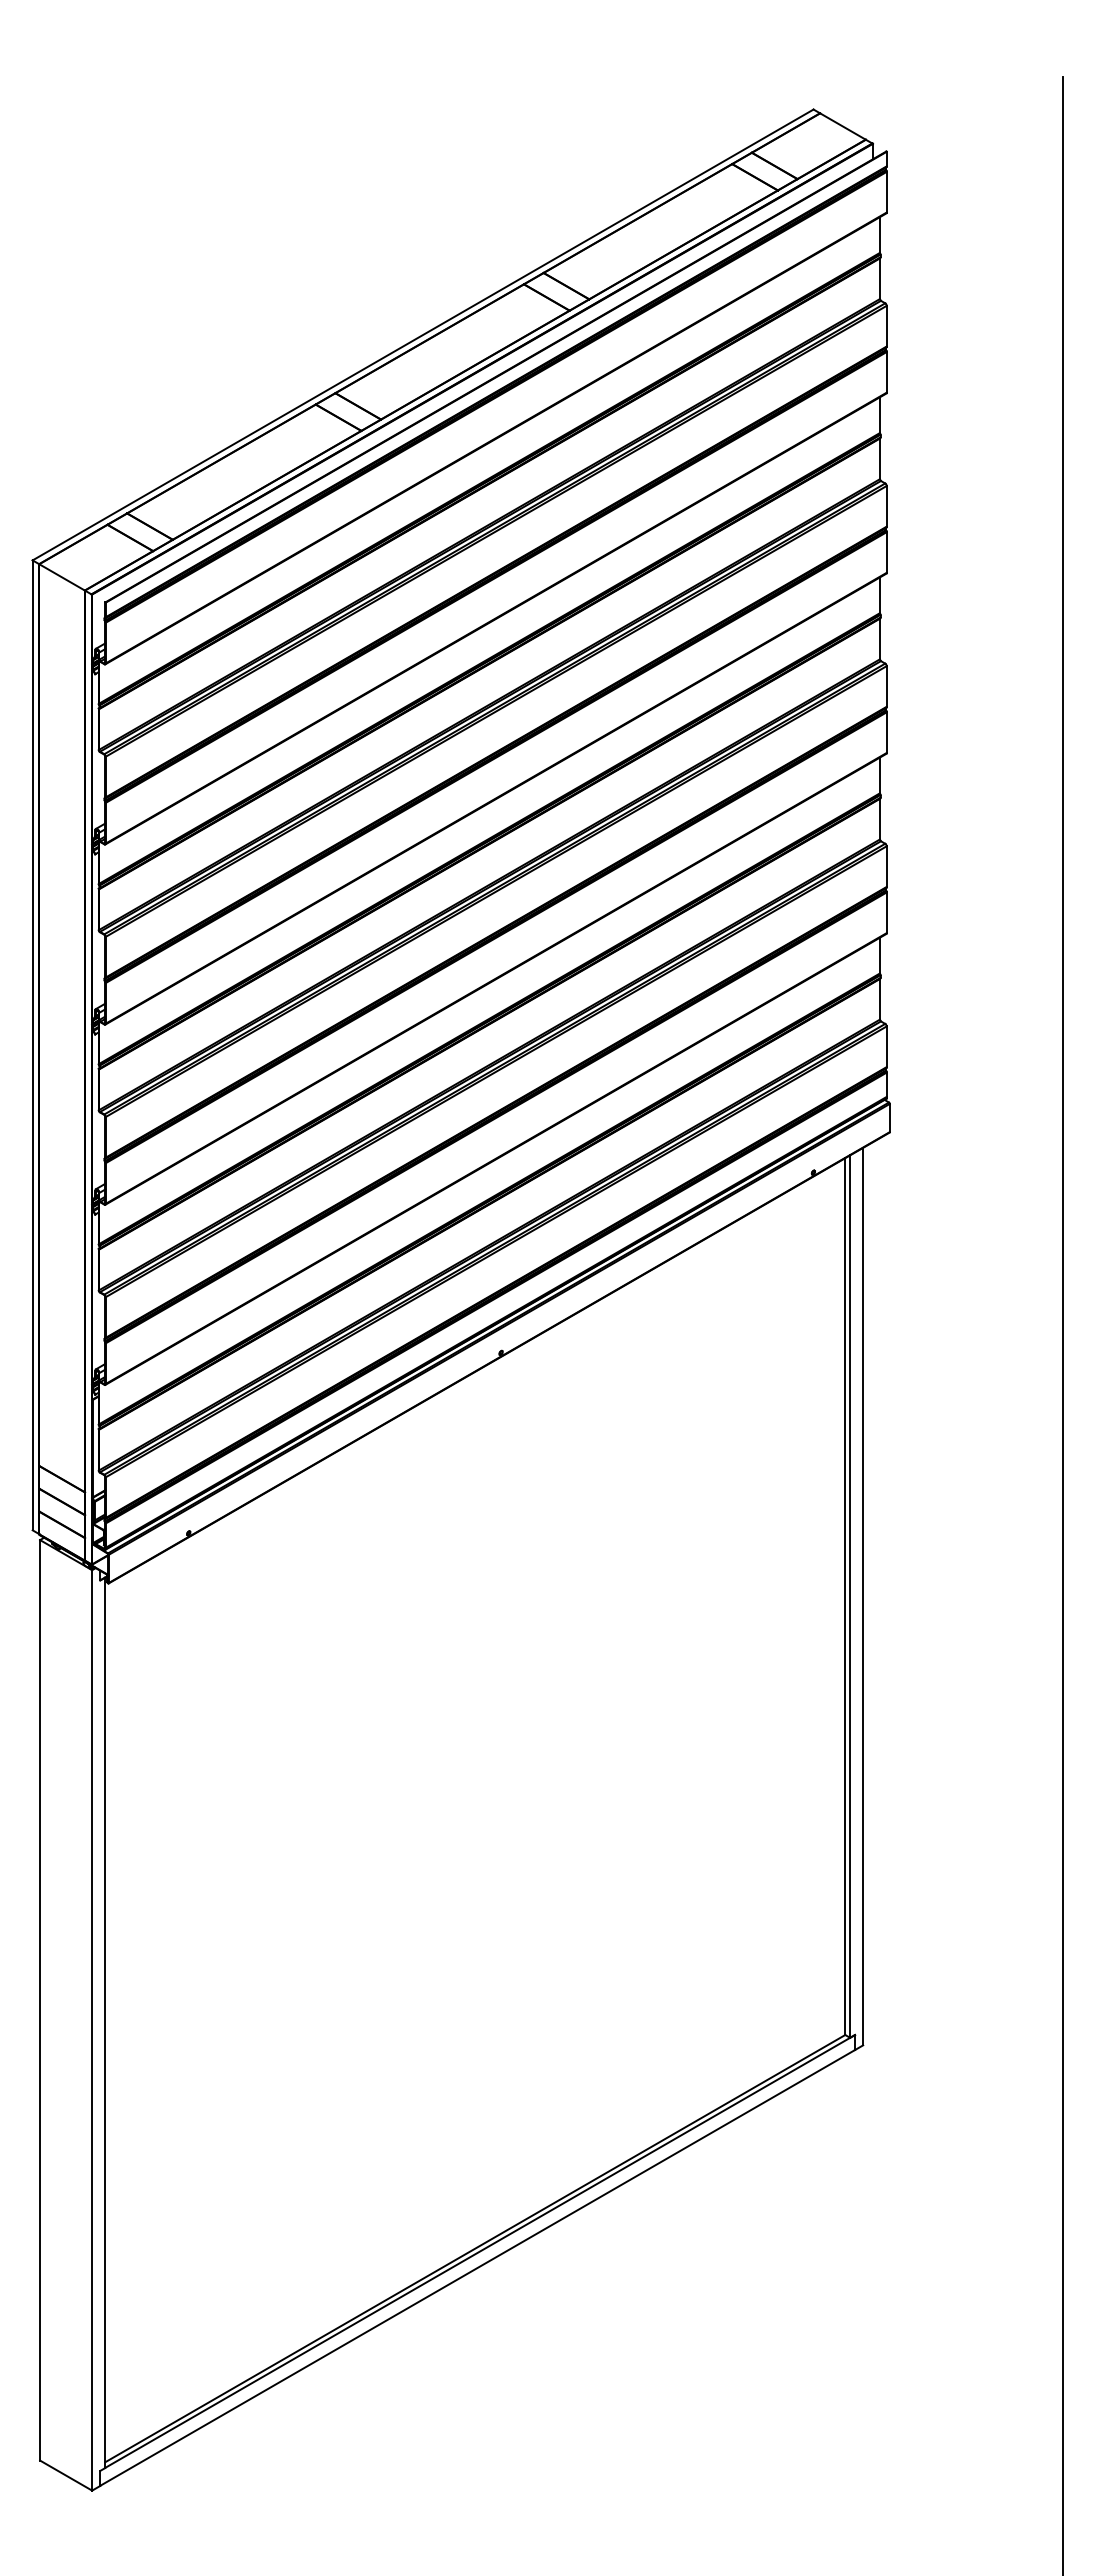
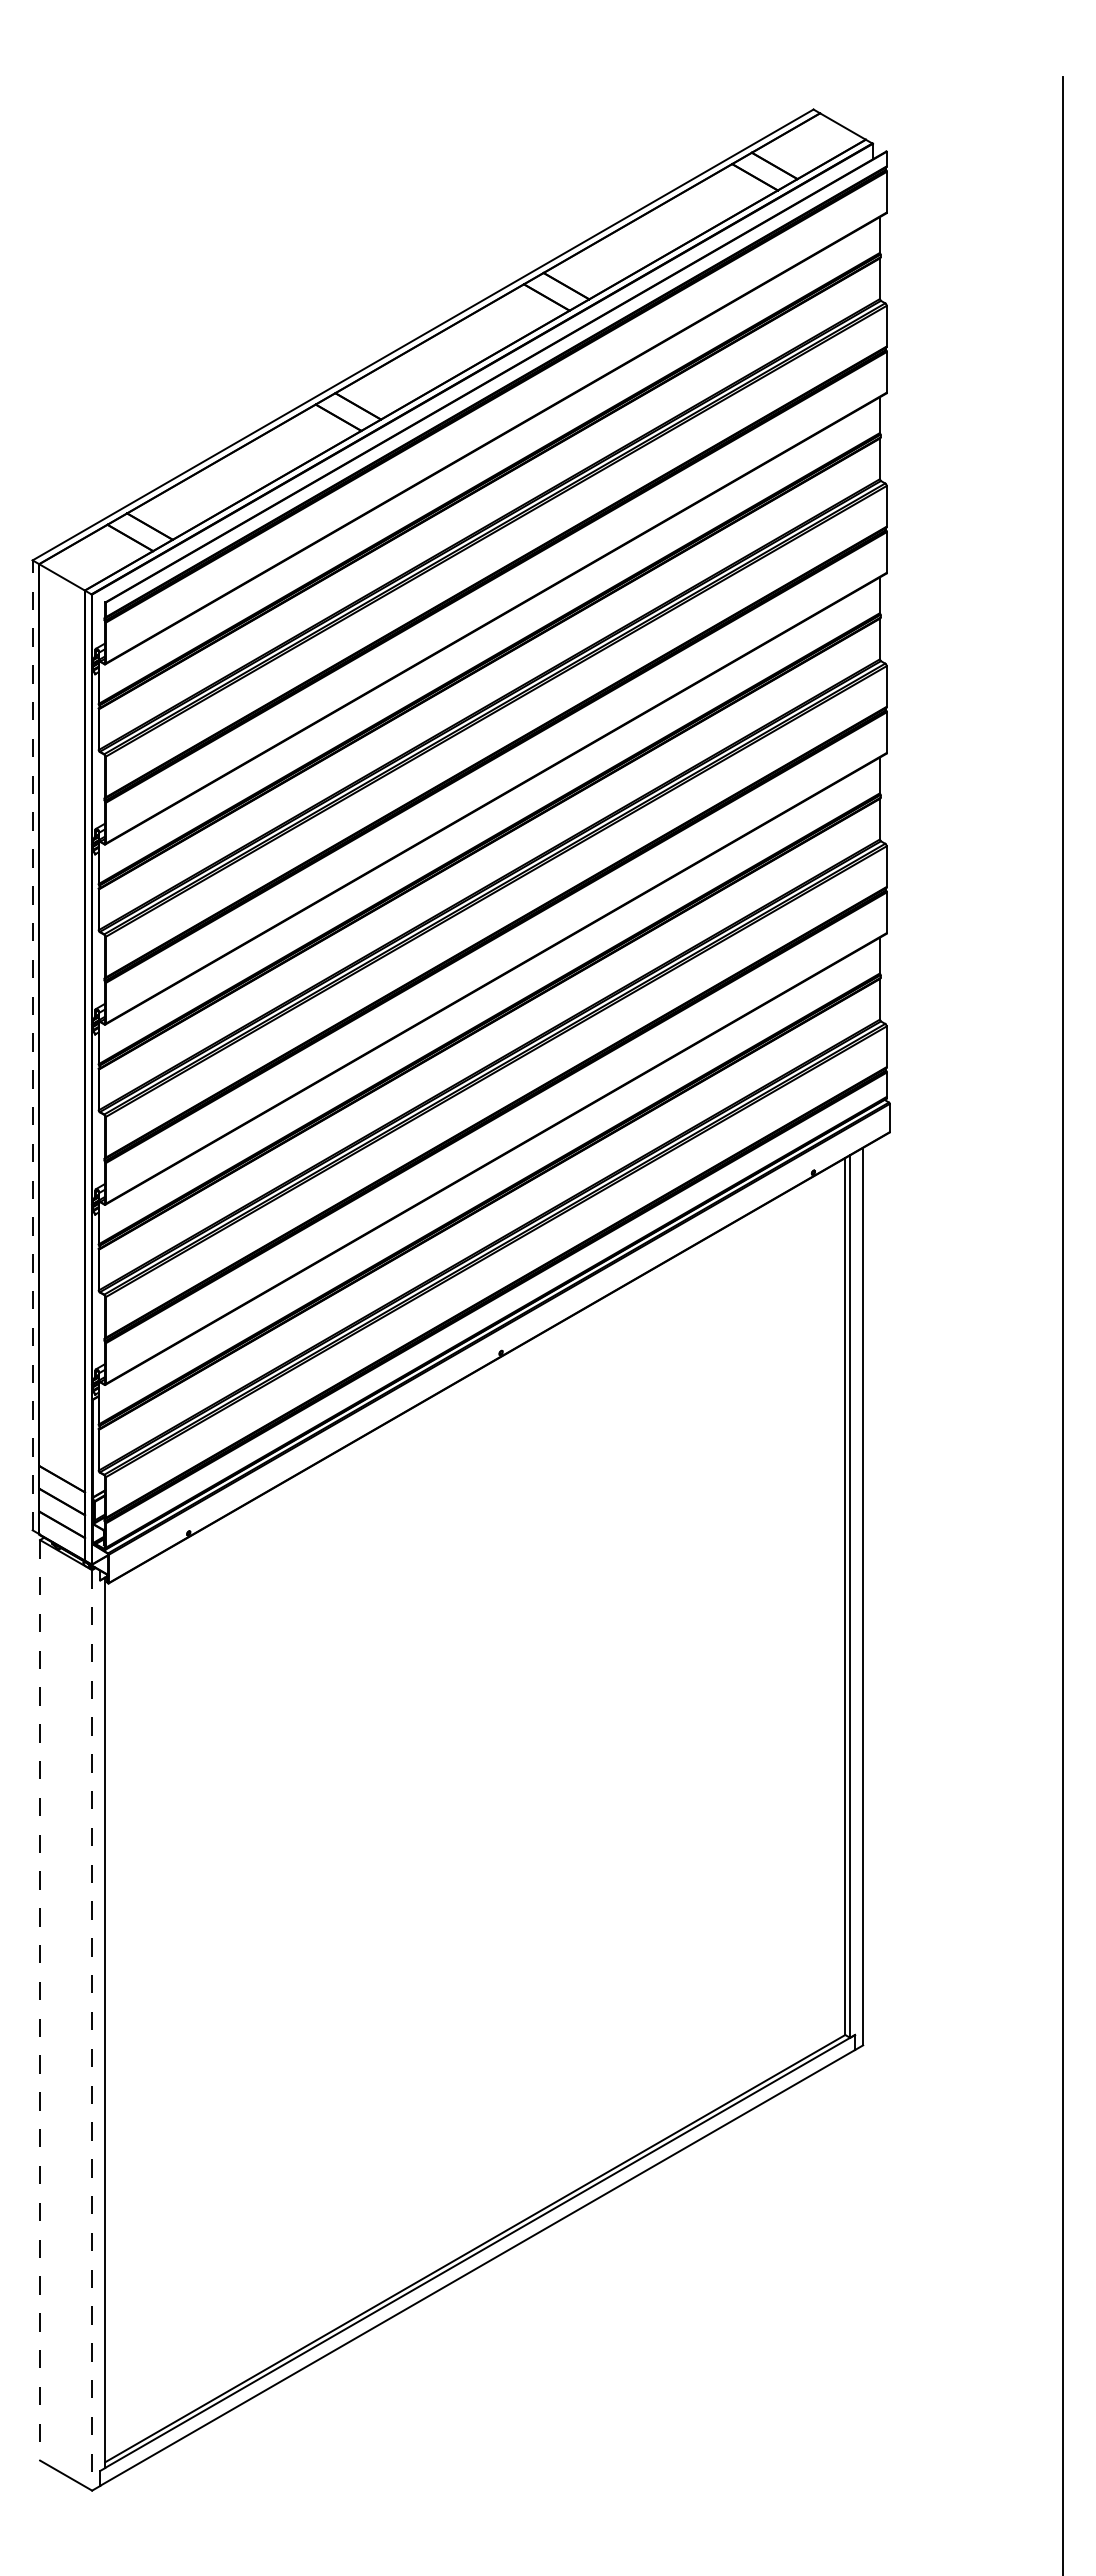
line at (32, 1045): solid -> dashed
line at (40, 2000): solid -> dashed
line at (92, 2030): solid -> dashed
